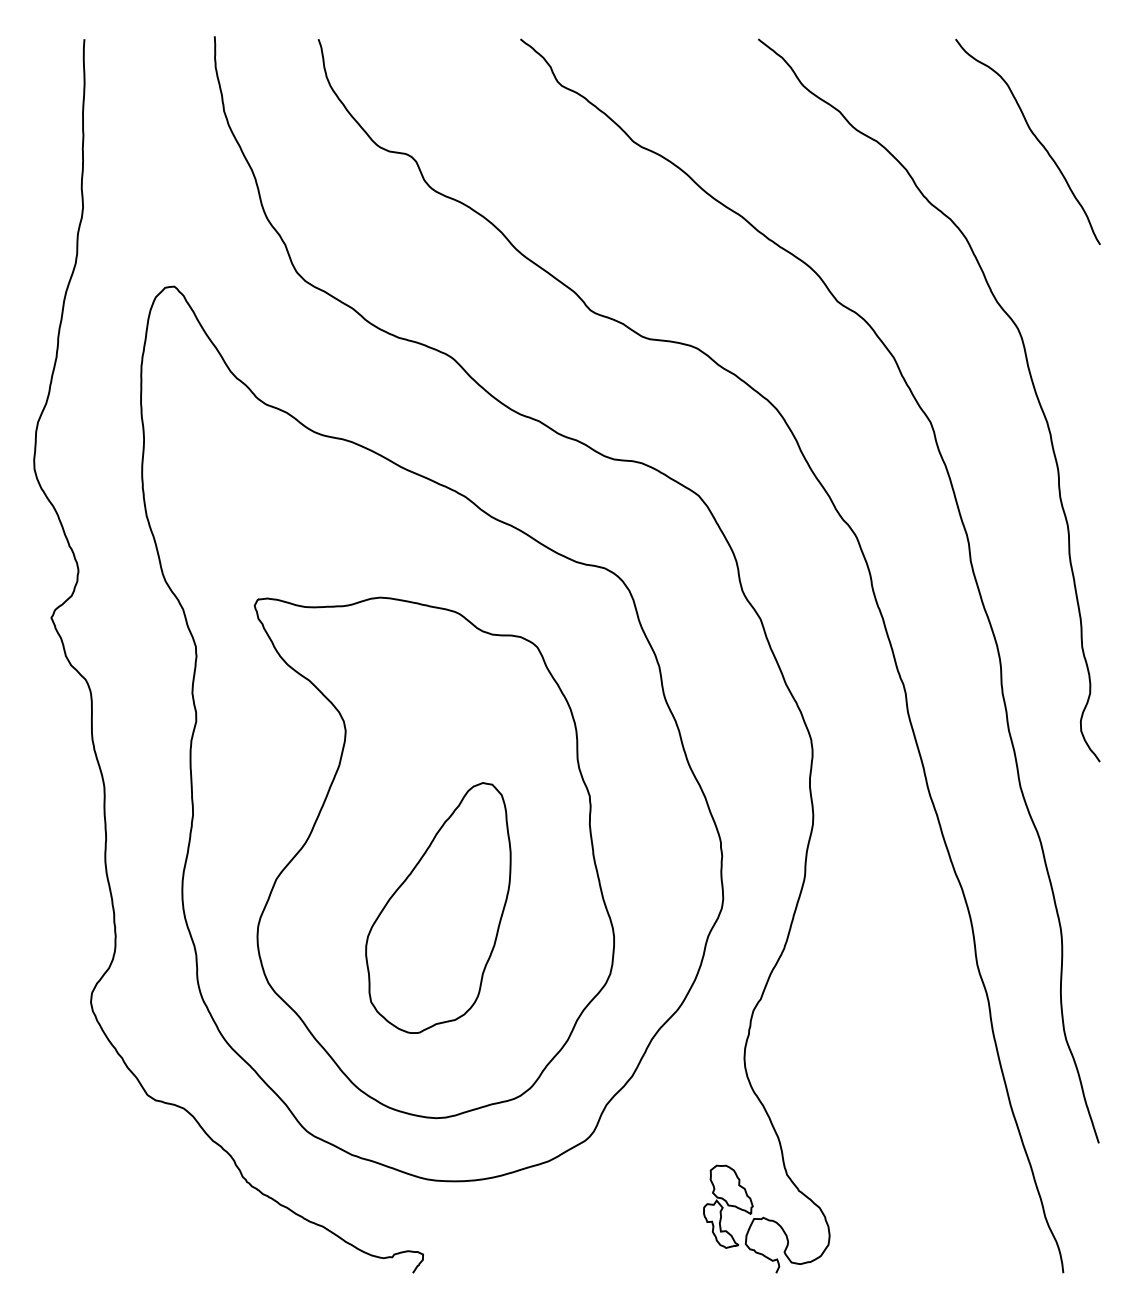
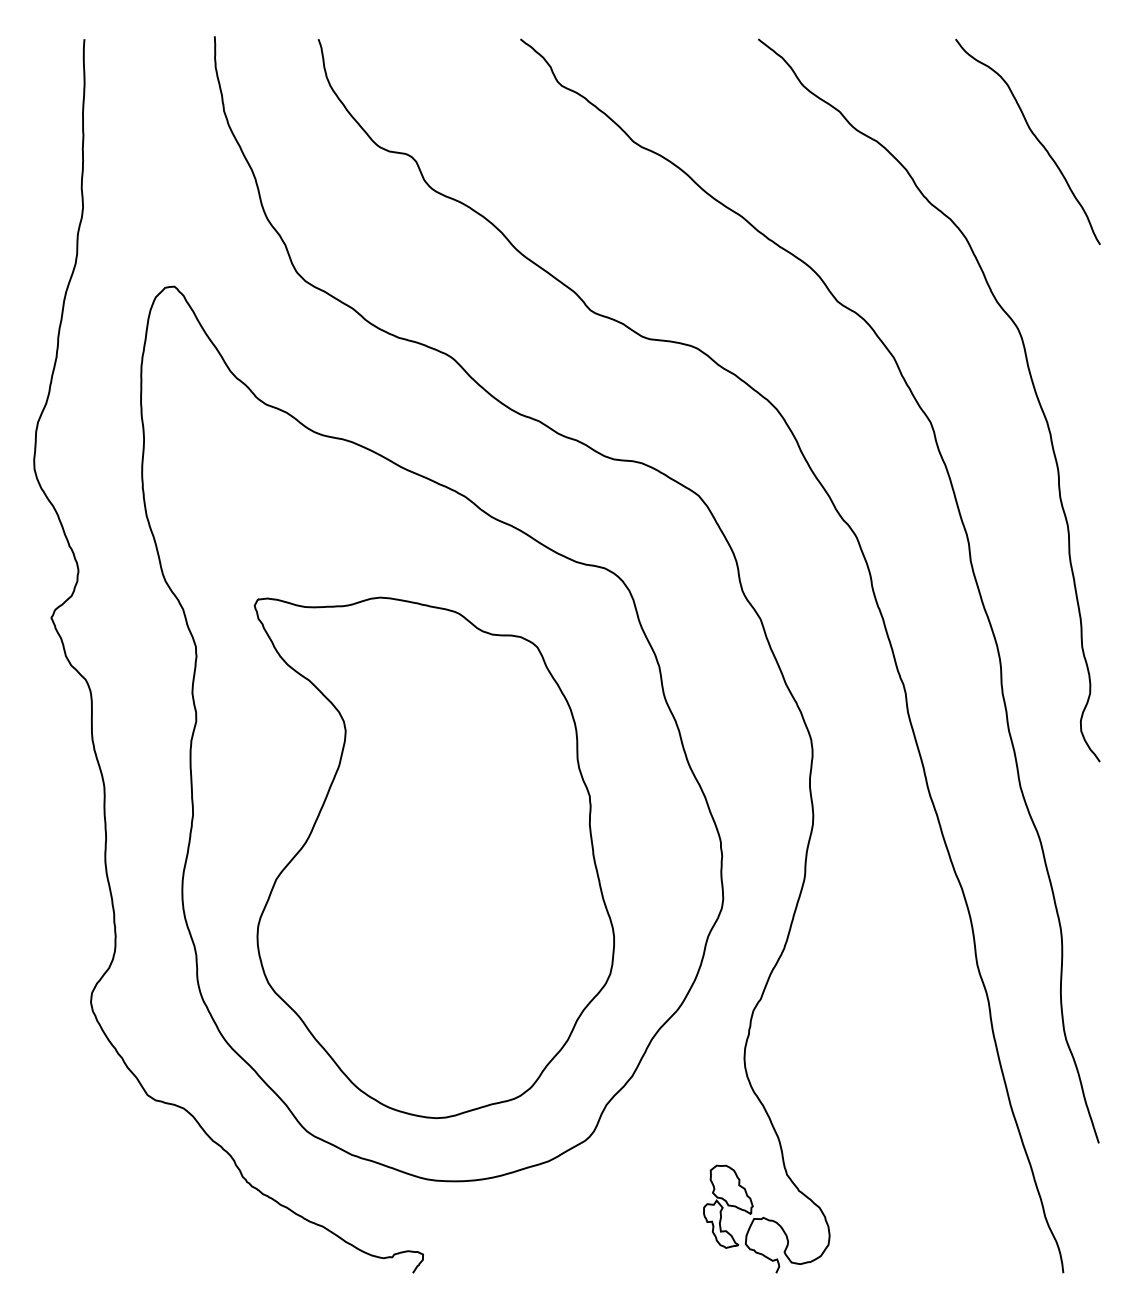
part at (438, 907): present -> none
